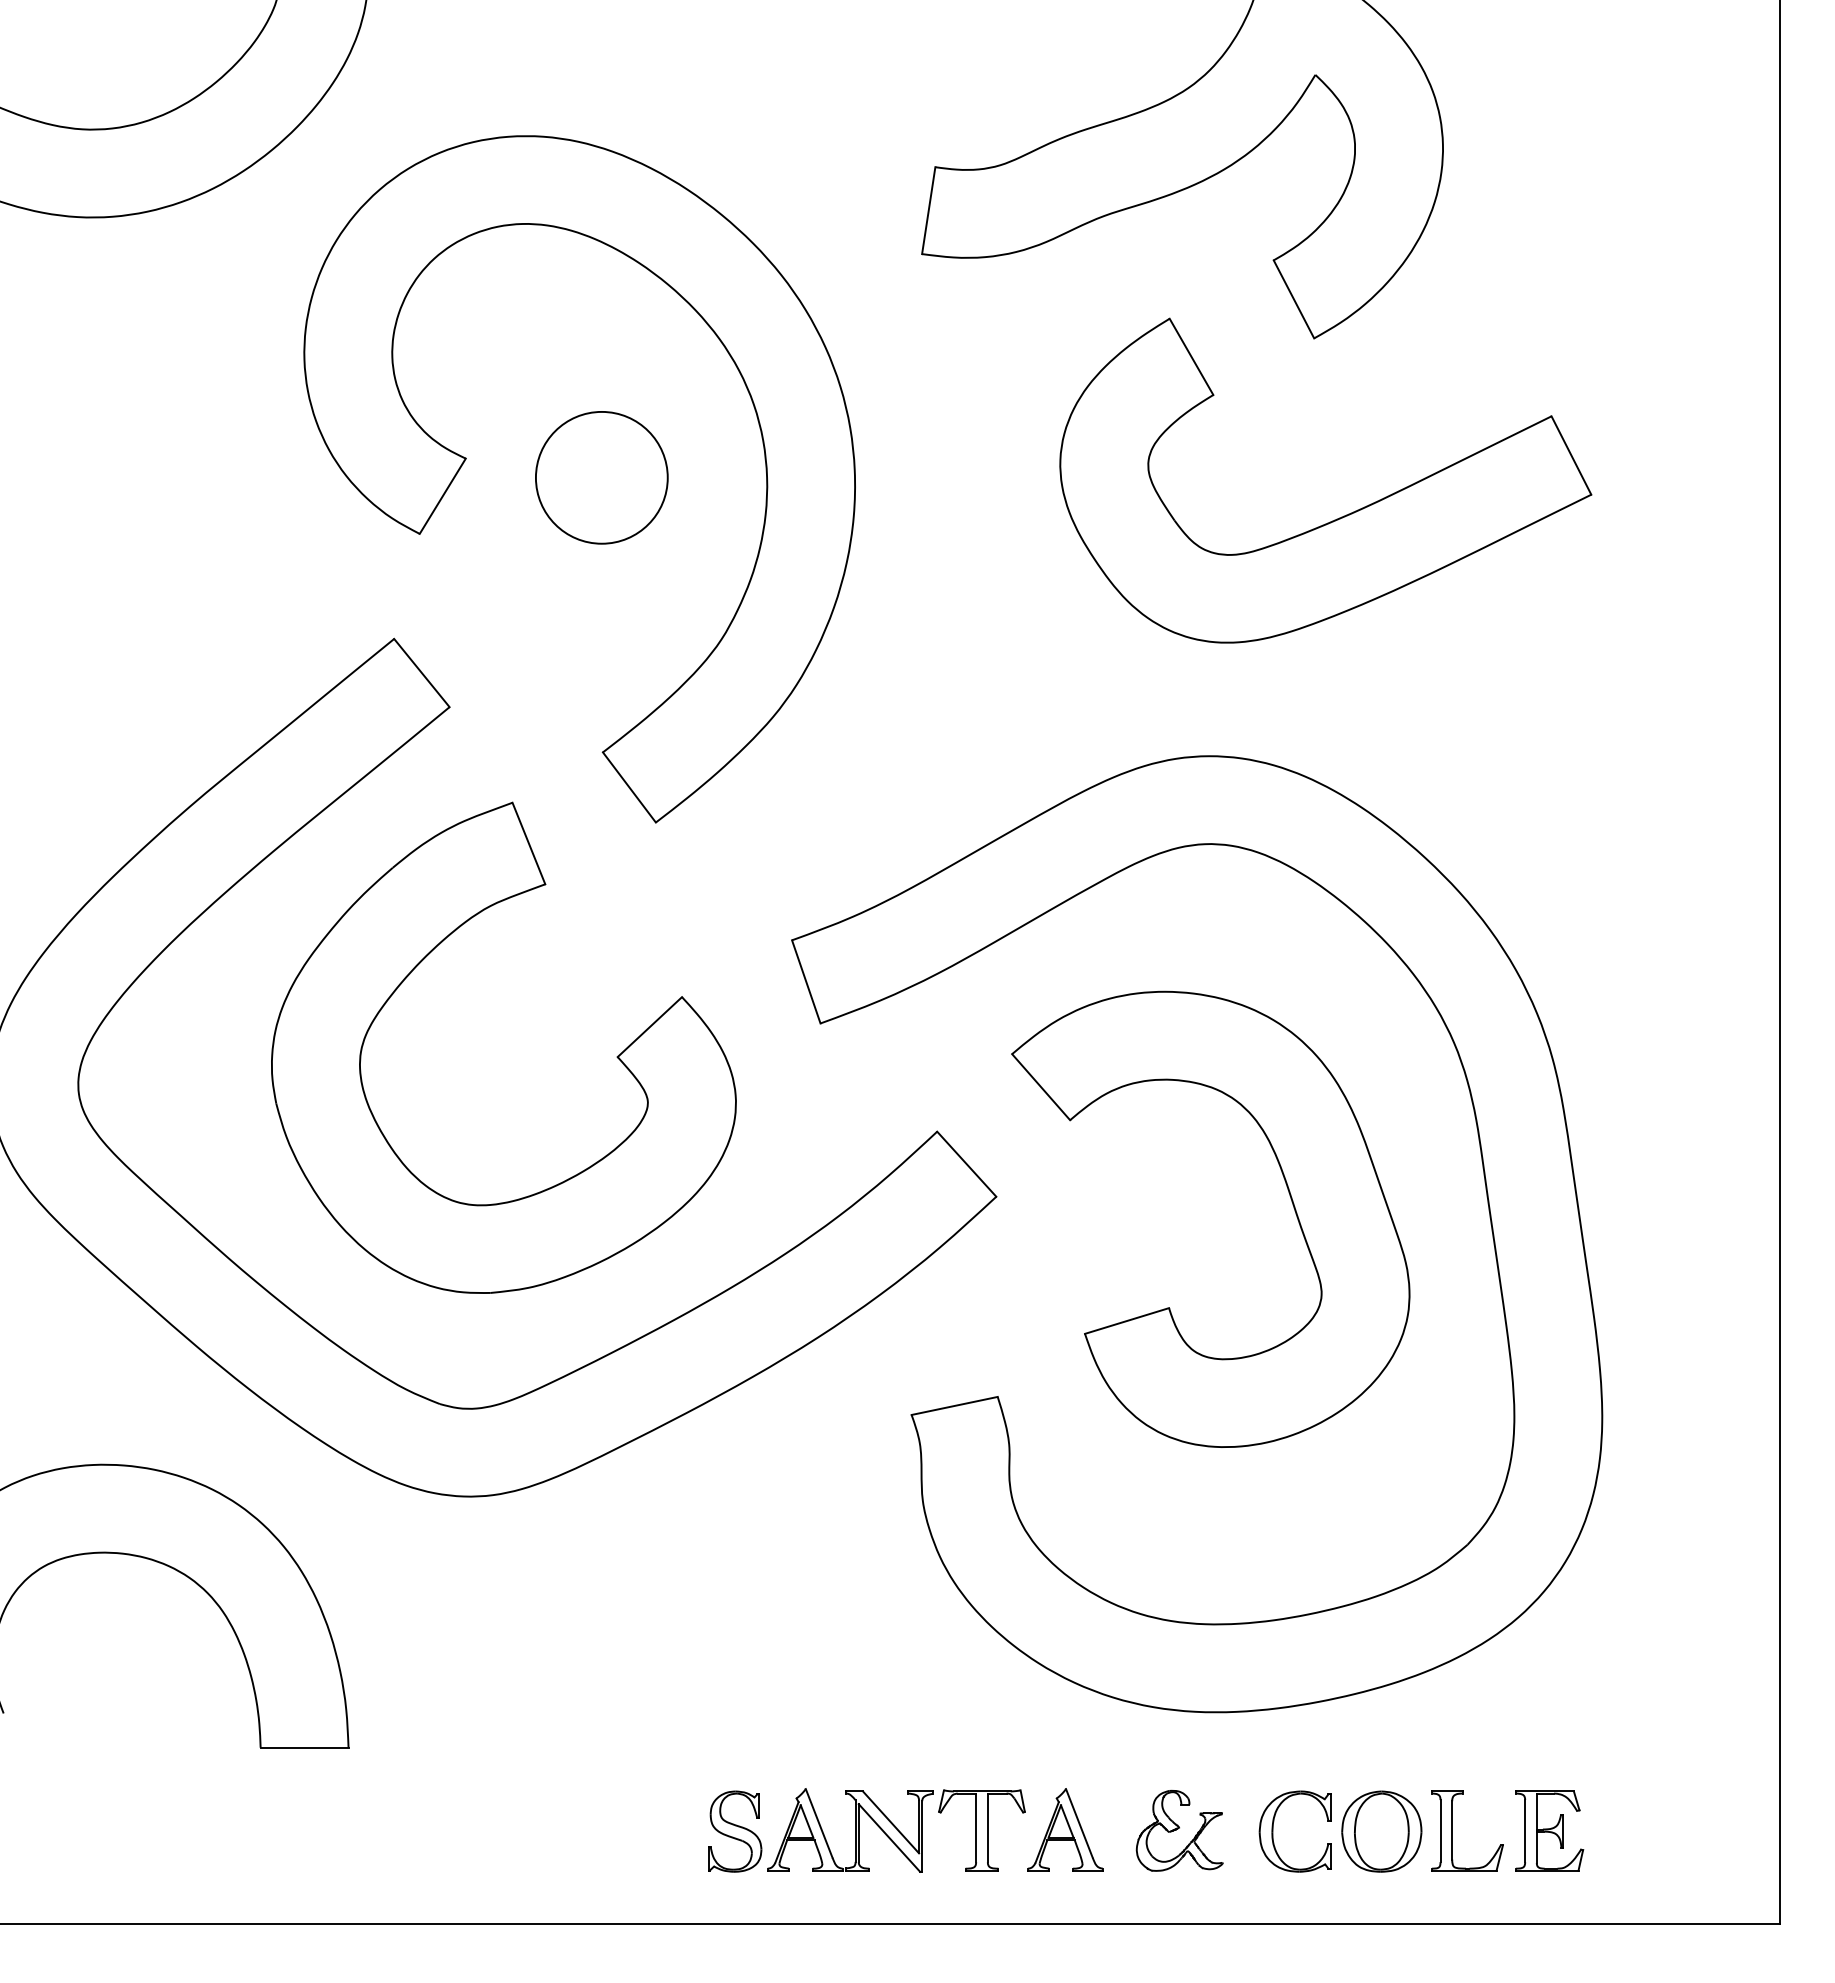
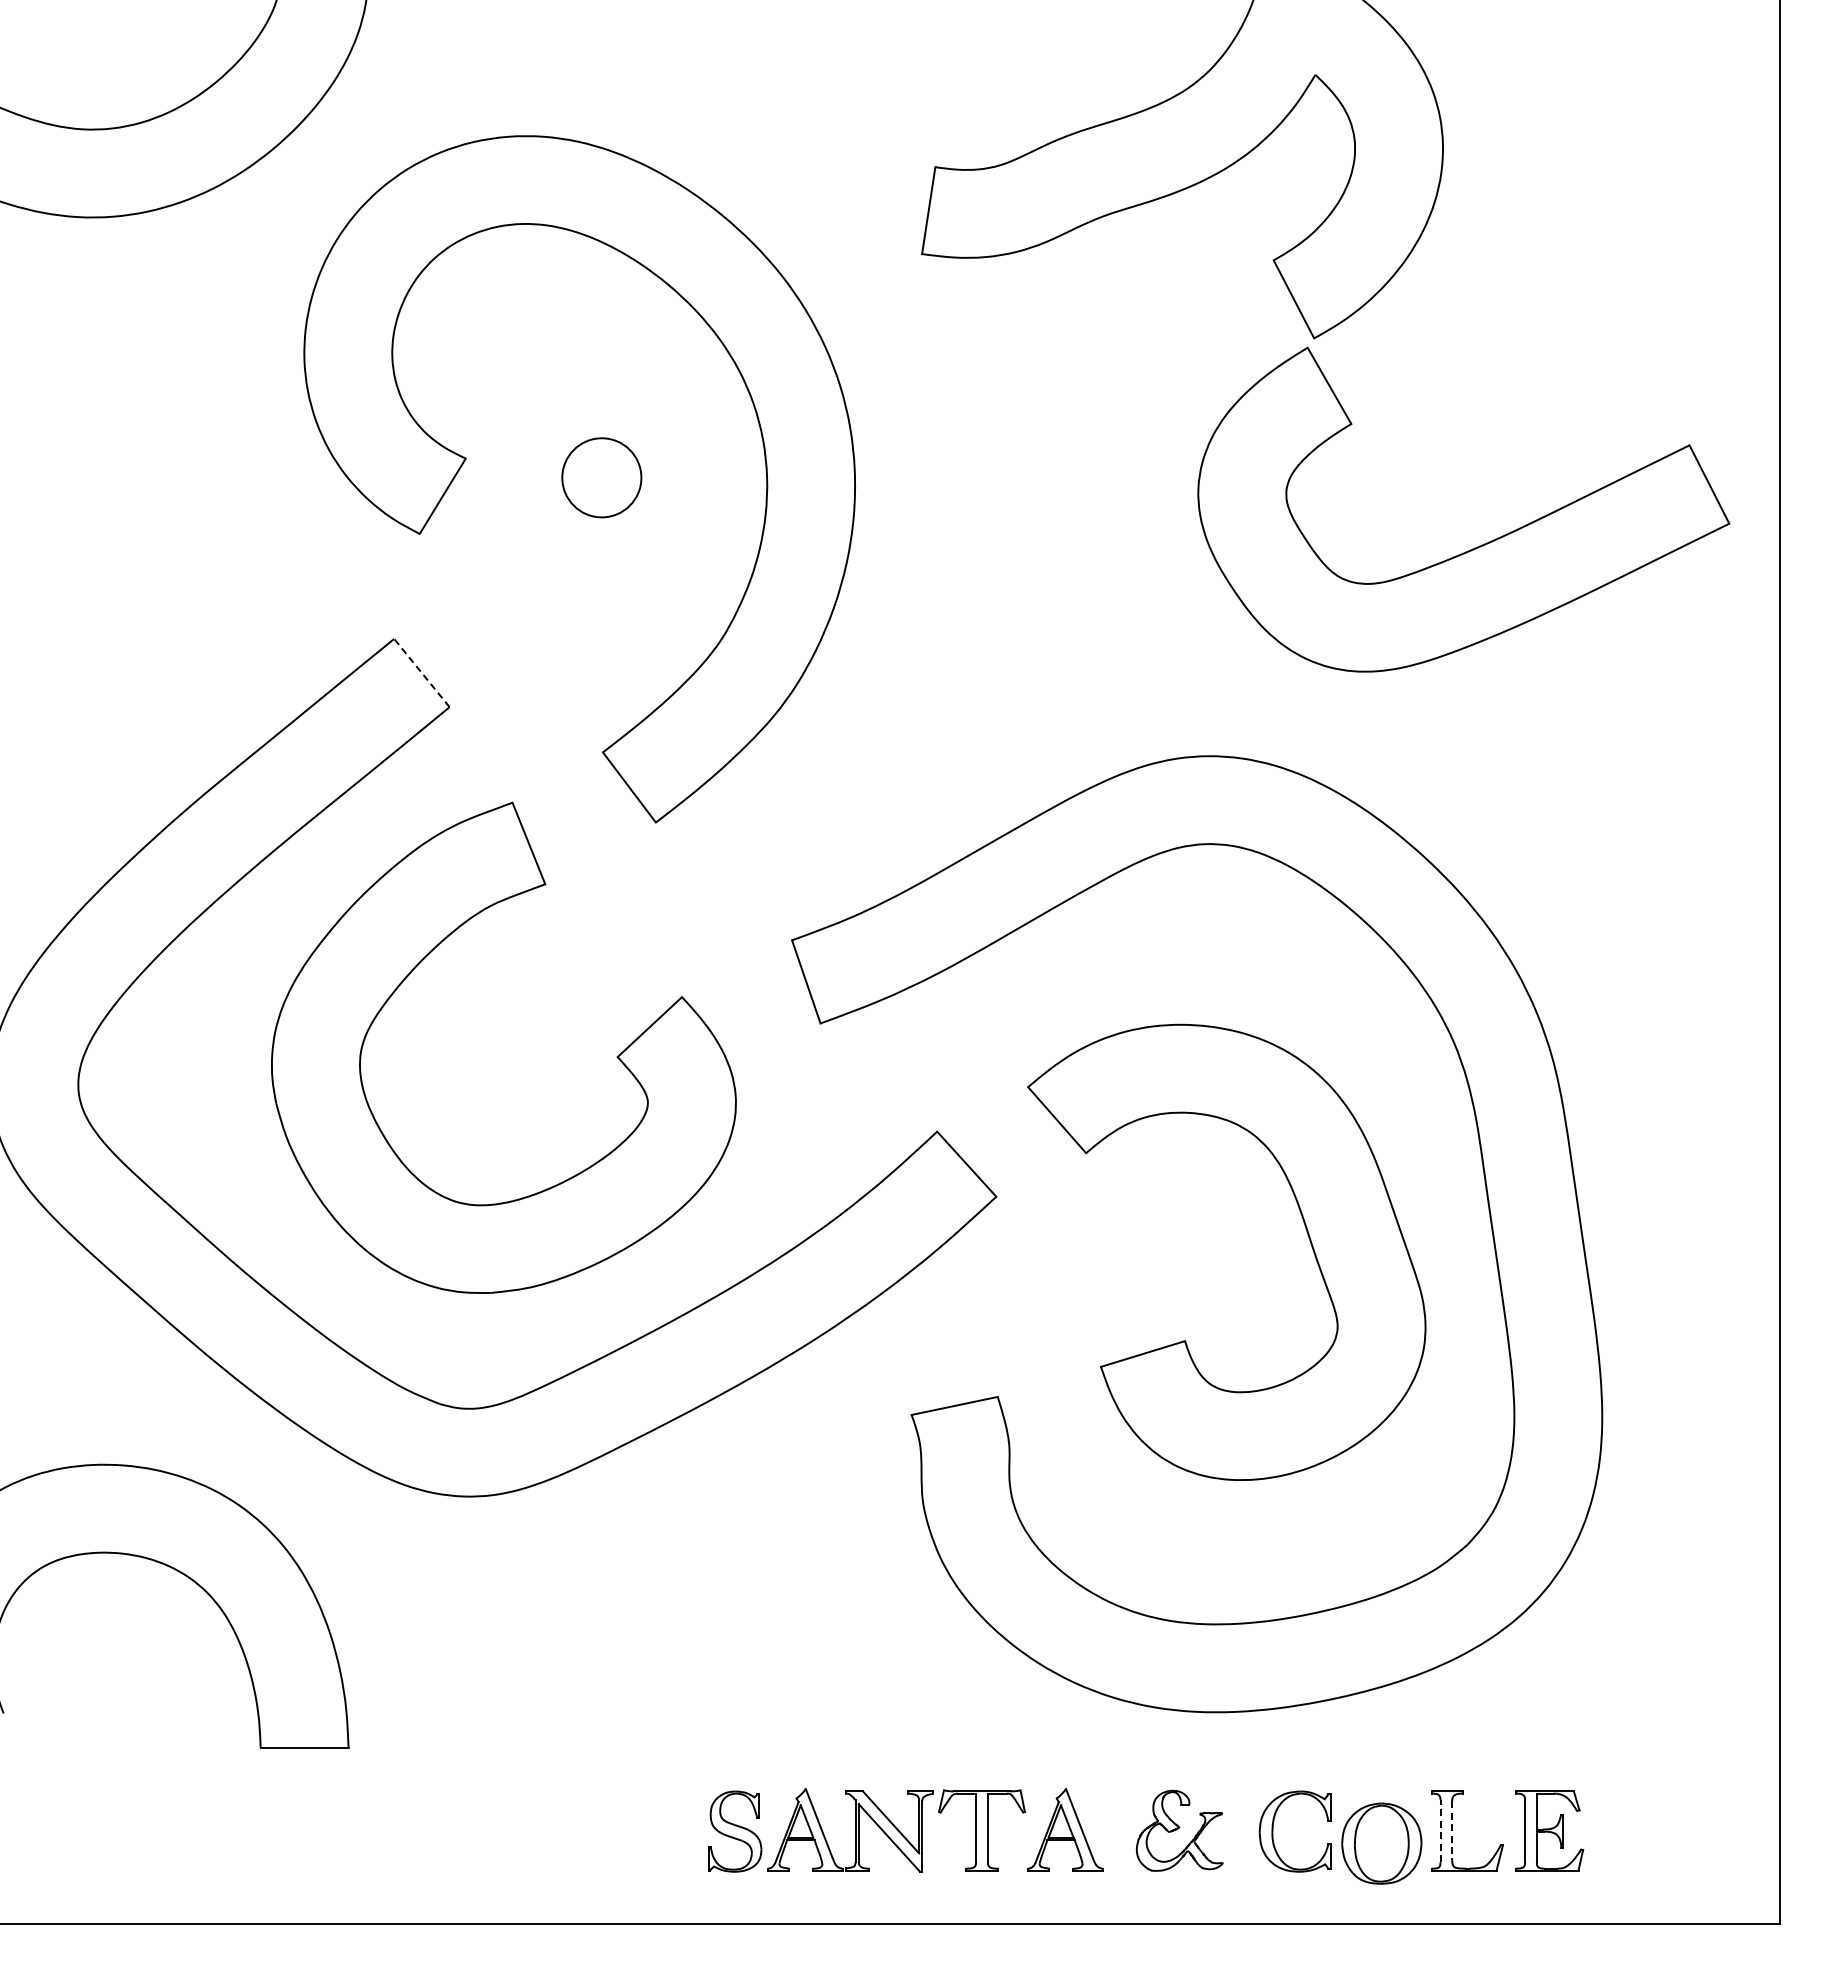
circle at (601, 477) diameter: 132 px -> 79 px
part at (1341, 516) position: (1341, 516) -> (1479, 545)
line at (421, 673): solid -> dashed
part at (1288, 1192) position: (1288, 1192) -> (1304, 1225)
line at (1440, 1830): solid -> dashed
line at (1452, 1830): solid -> dashed
part at (1381, 1831) position: (1381, 1831) -> (1381, 1843)
